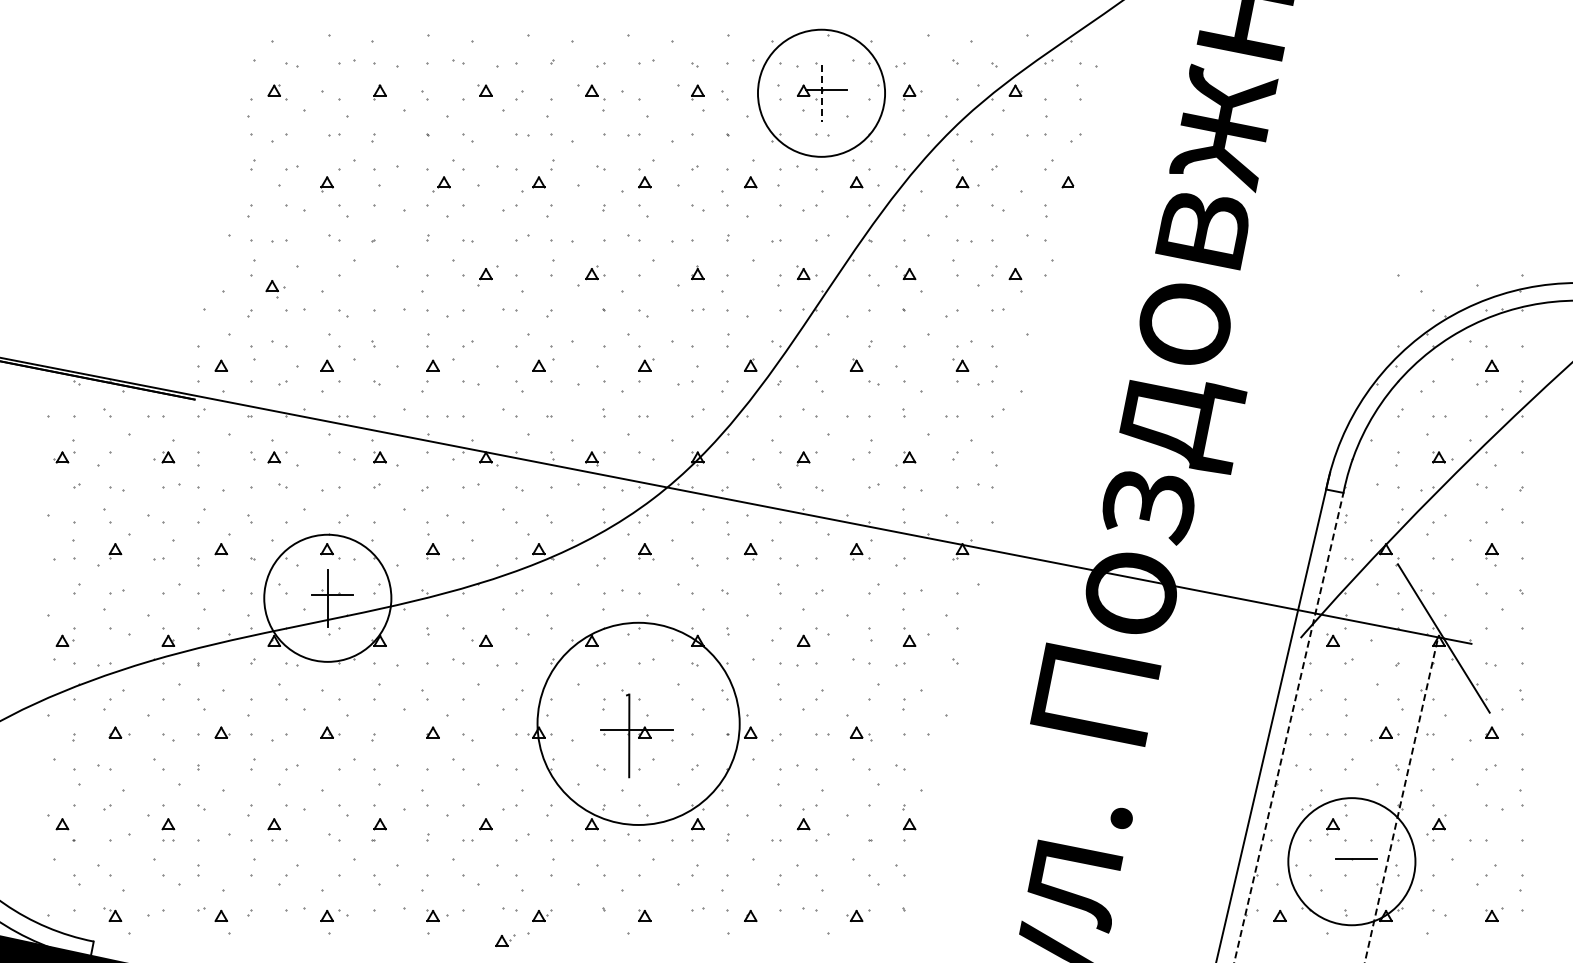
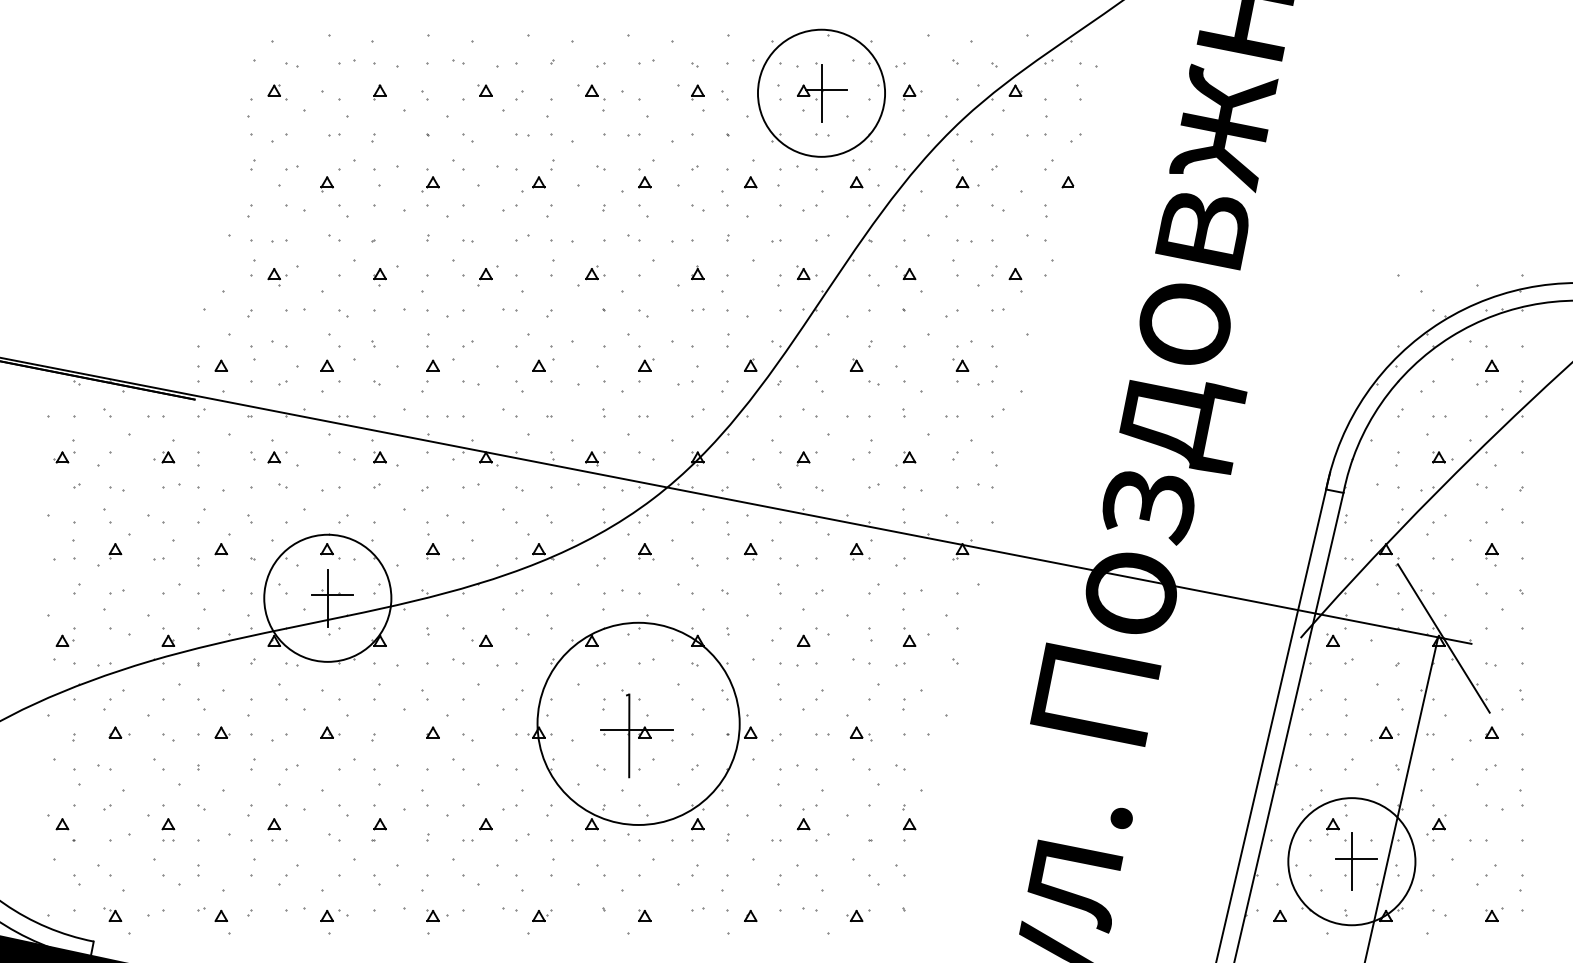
line at (821, 93): dashed -> solid
part at (441, 184) position: (441, 184) -> (430, 184)
part at (379, 277): none -> present
part at (275, 289) position: (275, 289) -> (277, 277)
line at (1288, 727): dashed -> solid
line at (1401, 800): dashed -> solid
line at (1351, 861): none -> present
part at (505, 940): present -> none
